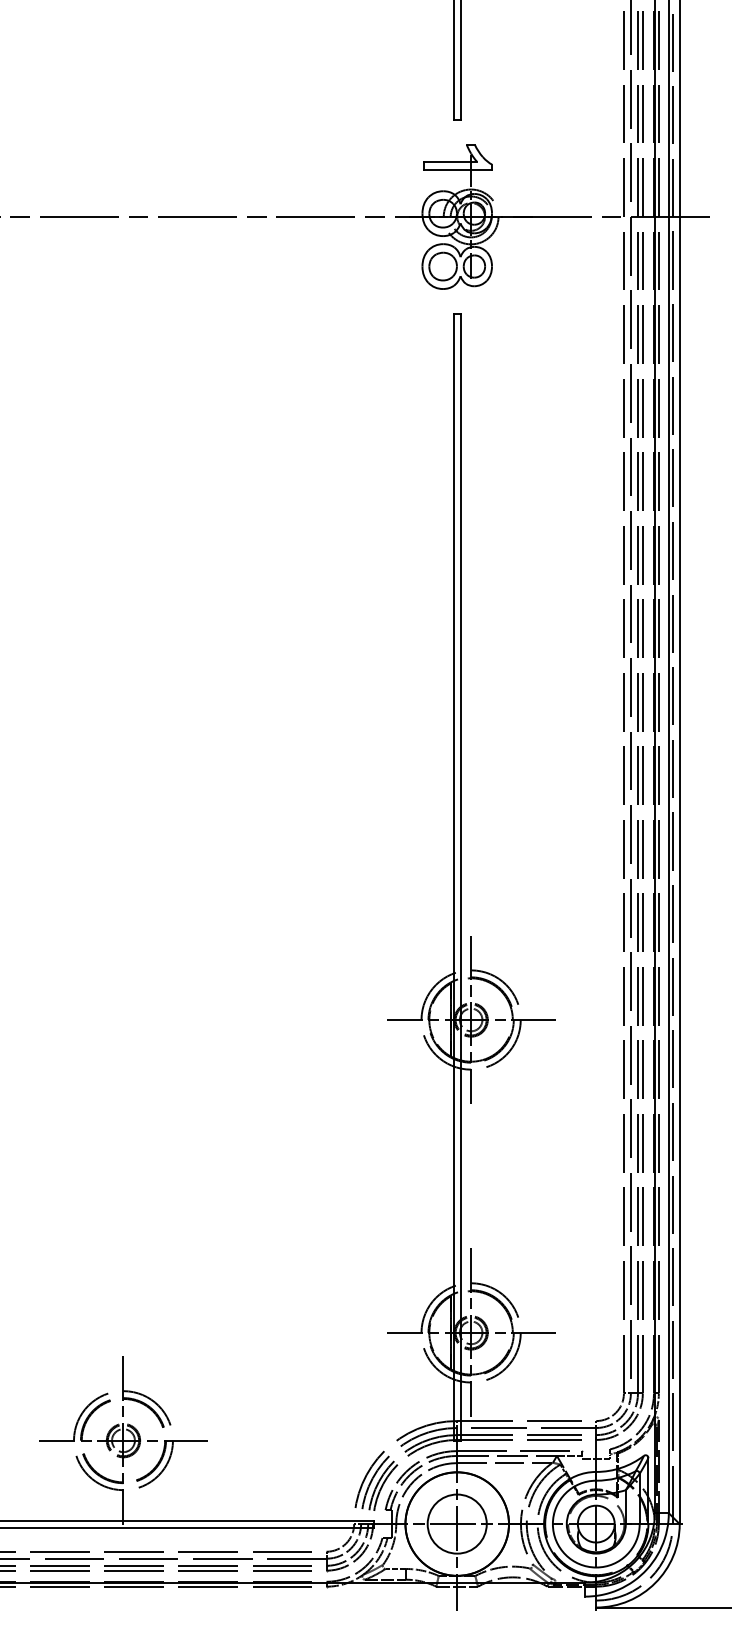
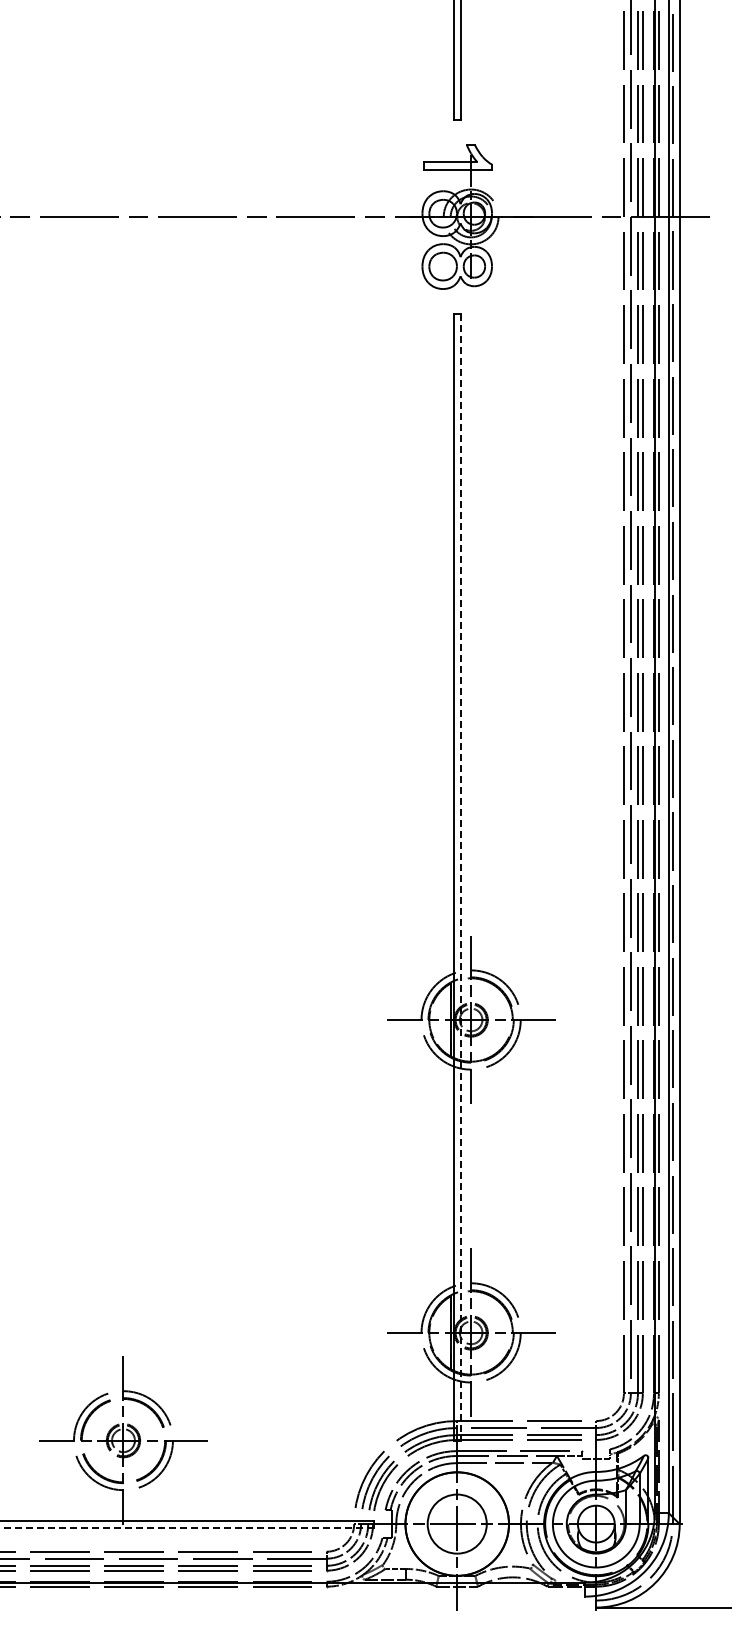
line at (460, 877): solid -> dashed
line at (187, 1527): solid -> dashed
